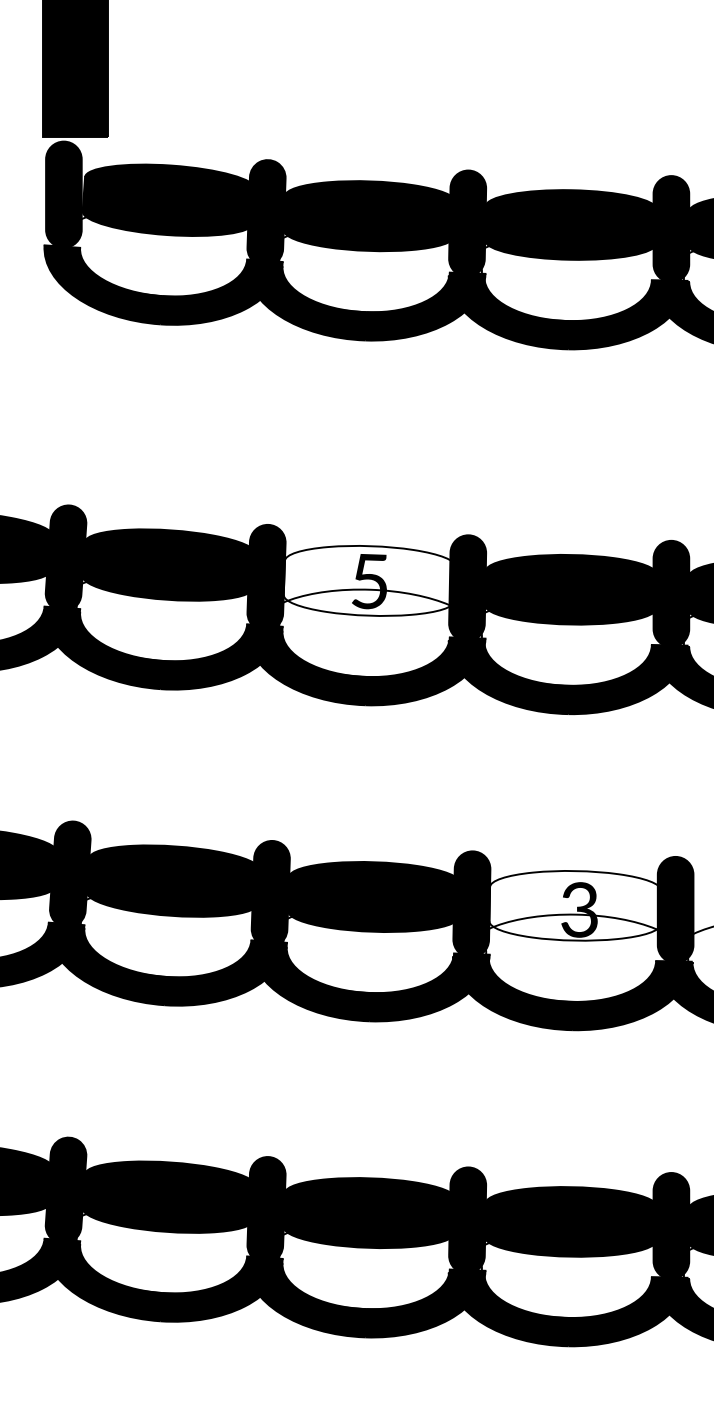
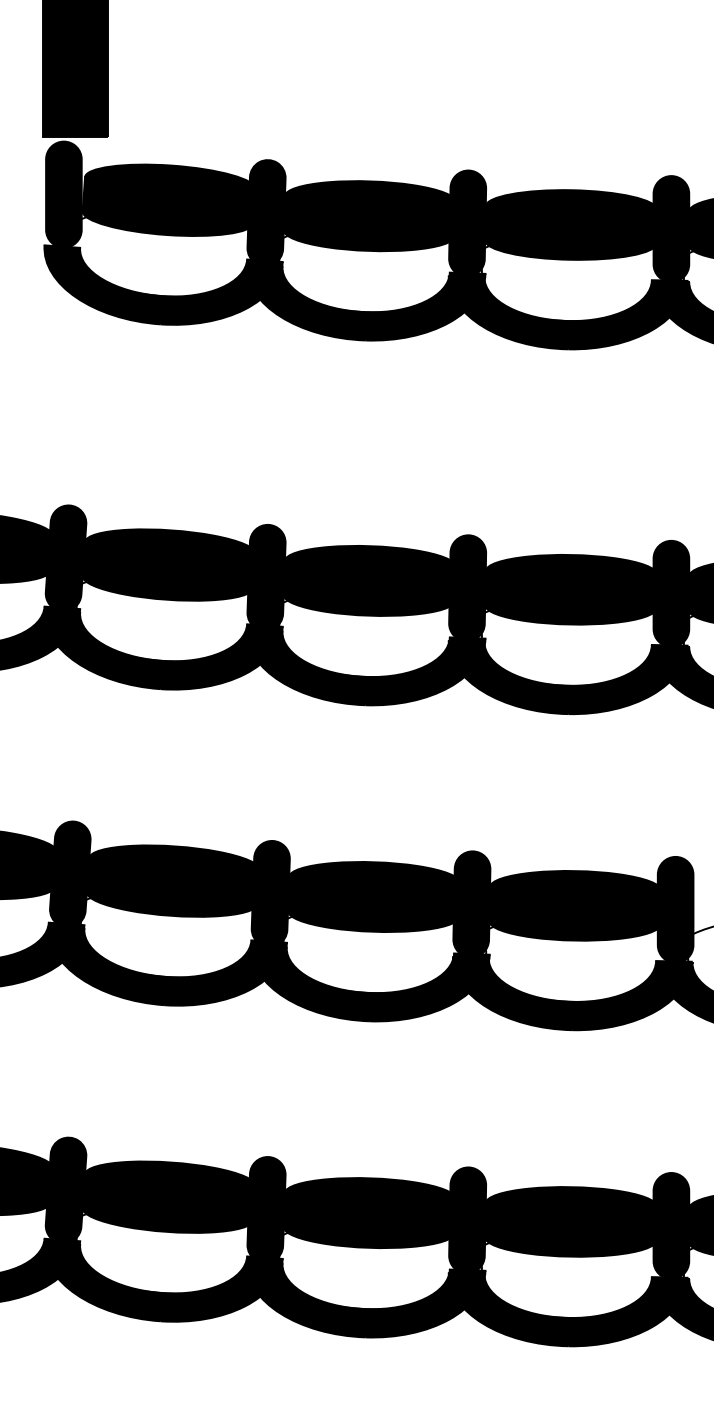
fill at (369, 580): none -> present
fill at (575, 905): none -> present
